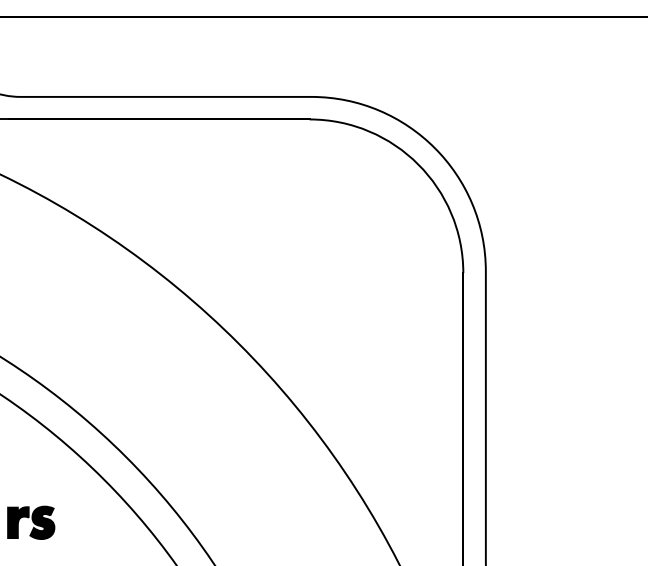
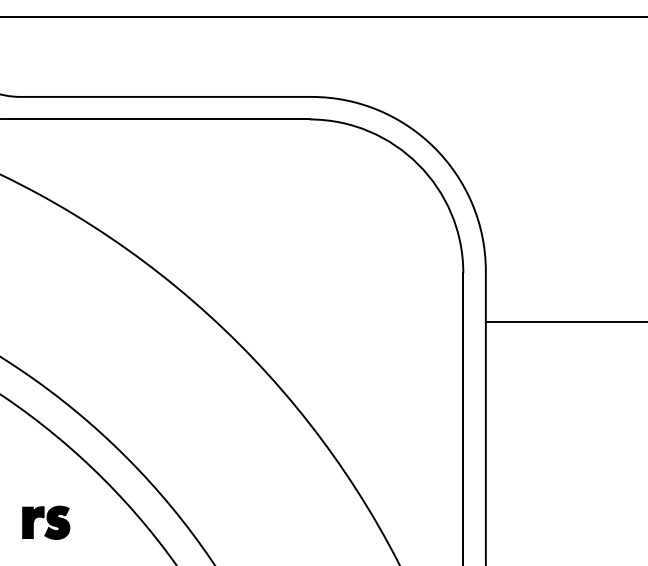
line at (564, 322): none -> present
part at (31, 522) position: (31, 522) -> (46, 522)
